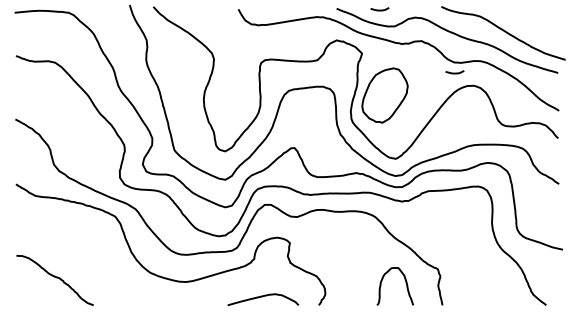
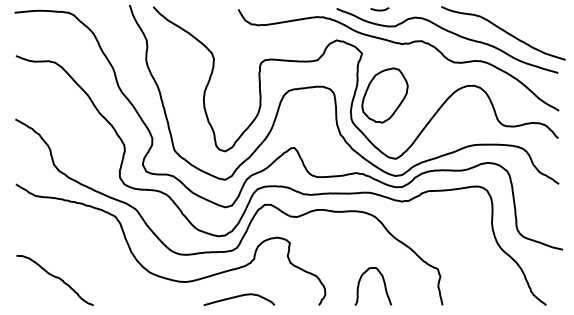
curve at (454, 72): present -> none
curve at (405, 283) position: (405, 283) -> (383, 283)
curve at (262, 297) position: (262, 297) -> (238, 297)
